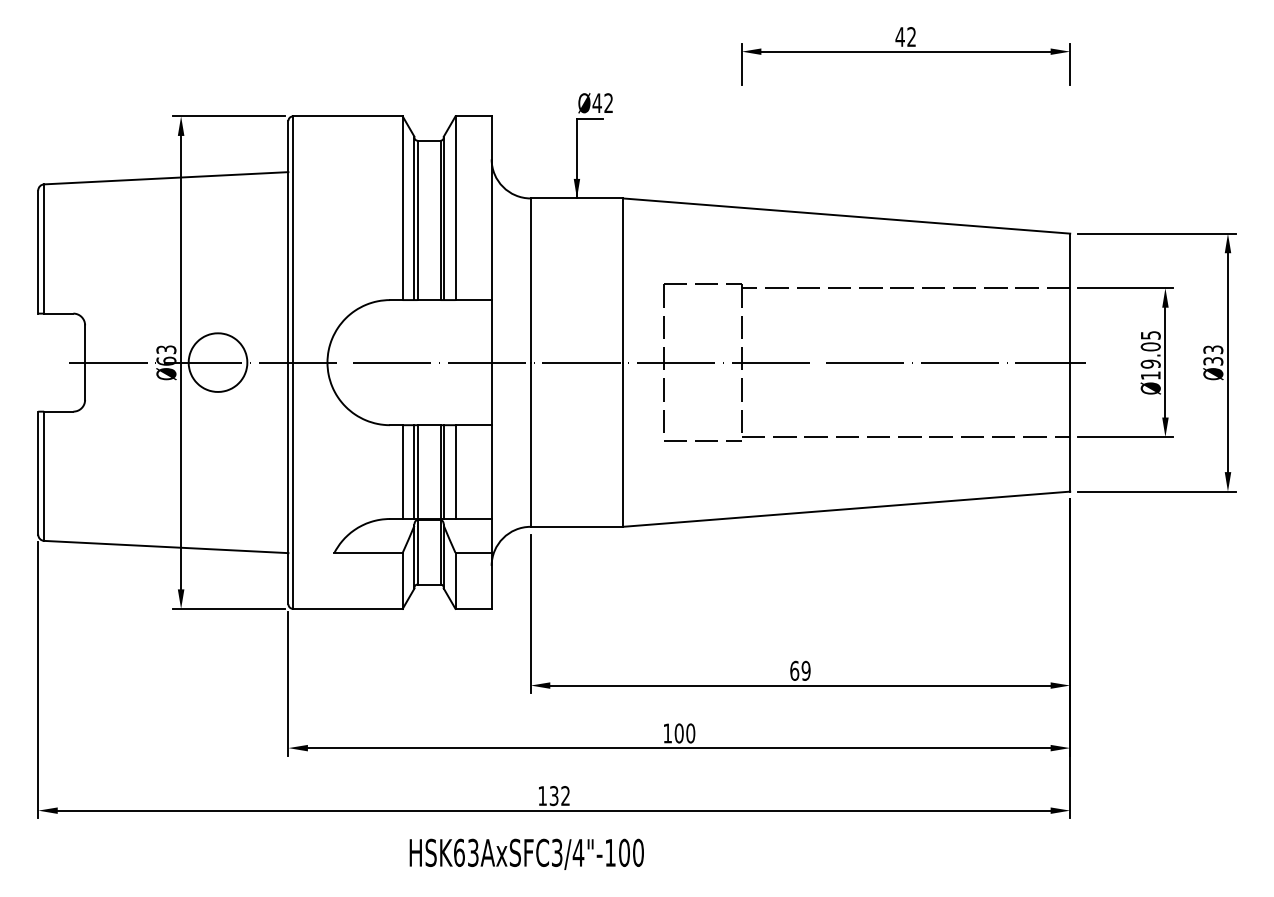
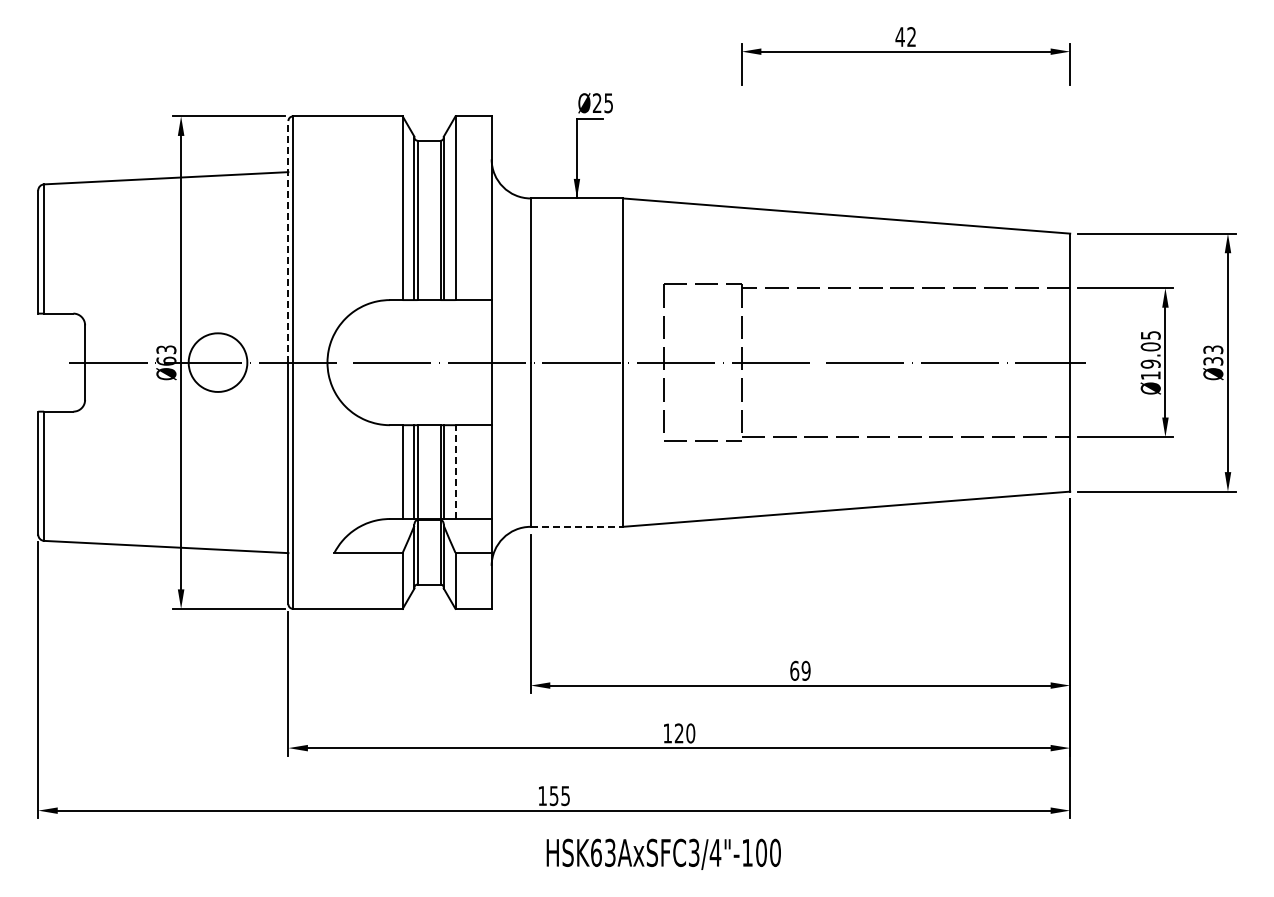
text at (602, 103): Ø42 -> Ø25
line at (288, 241): solid -> dashed
line at (455, 472): solid -> dashed
line at (577, 526): solid -> dashed
text at (678, 733): 100 -> 120
text at (559, 796): 132 -> 155
text at (526, 853) position: (526, 853) -> (663, 853)
